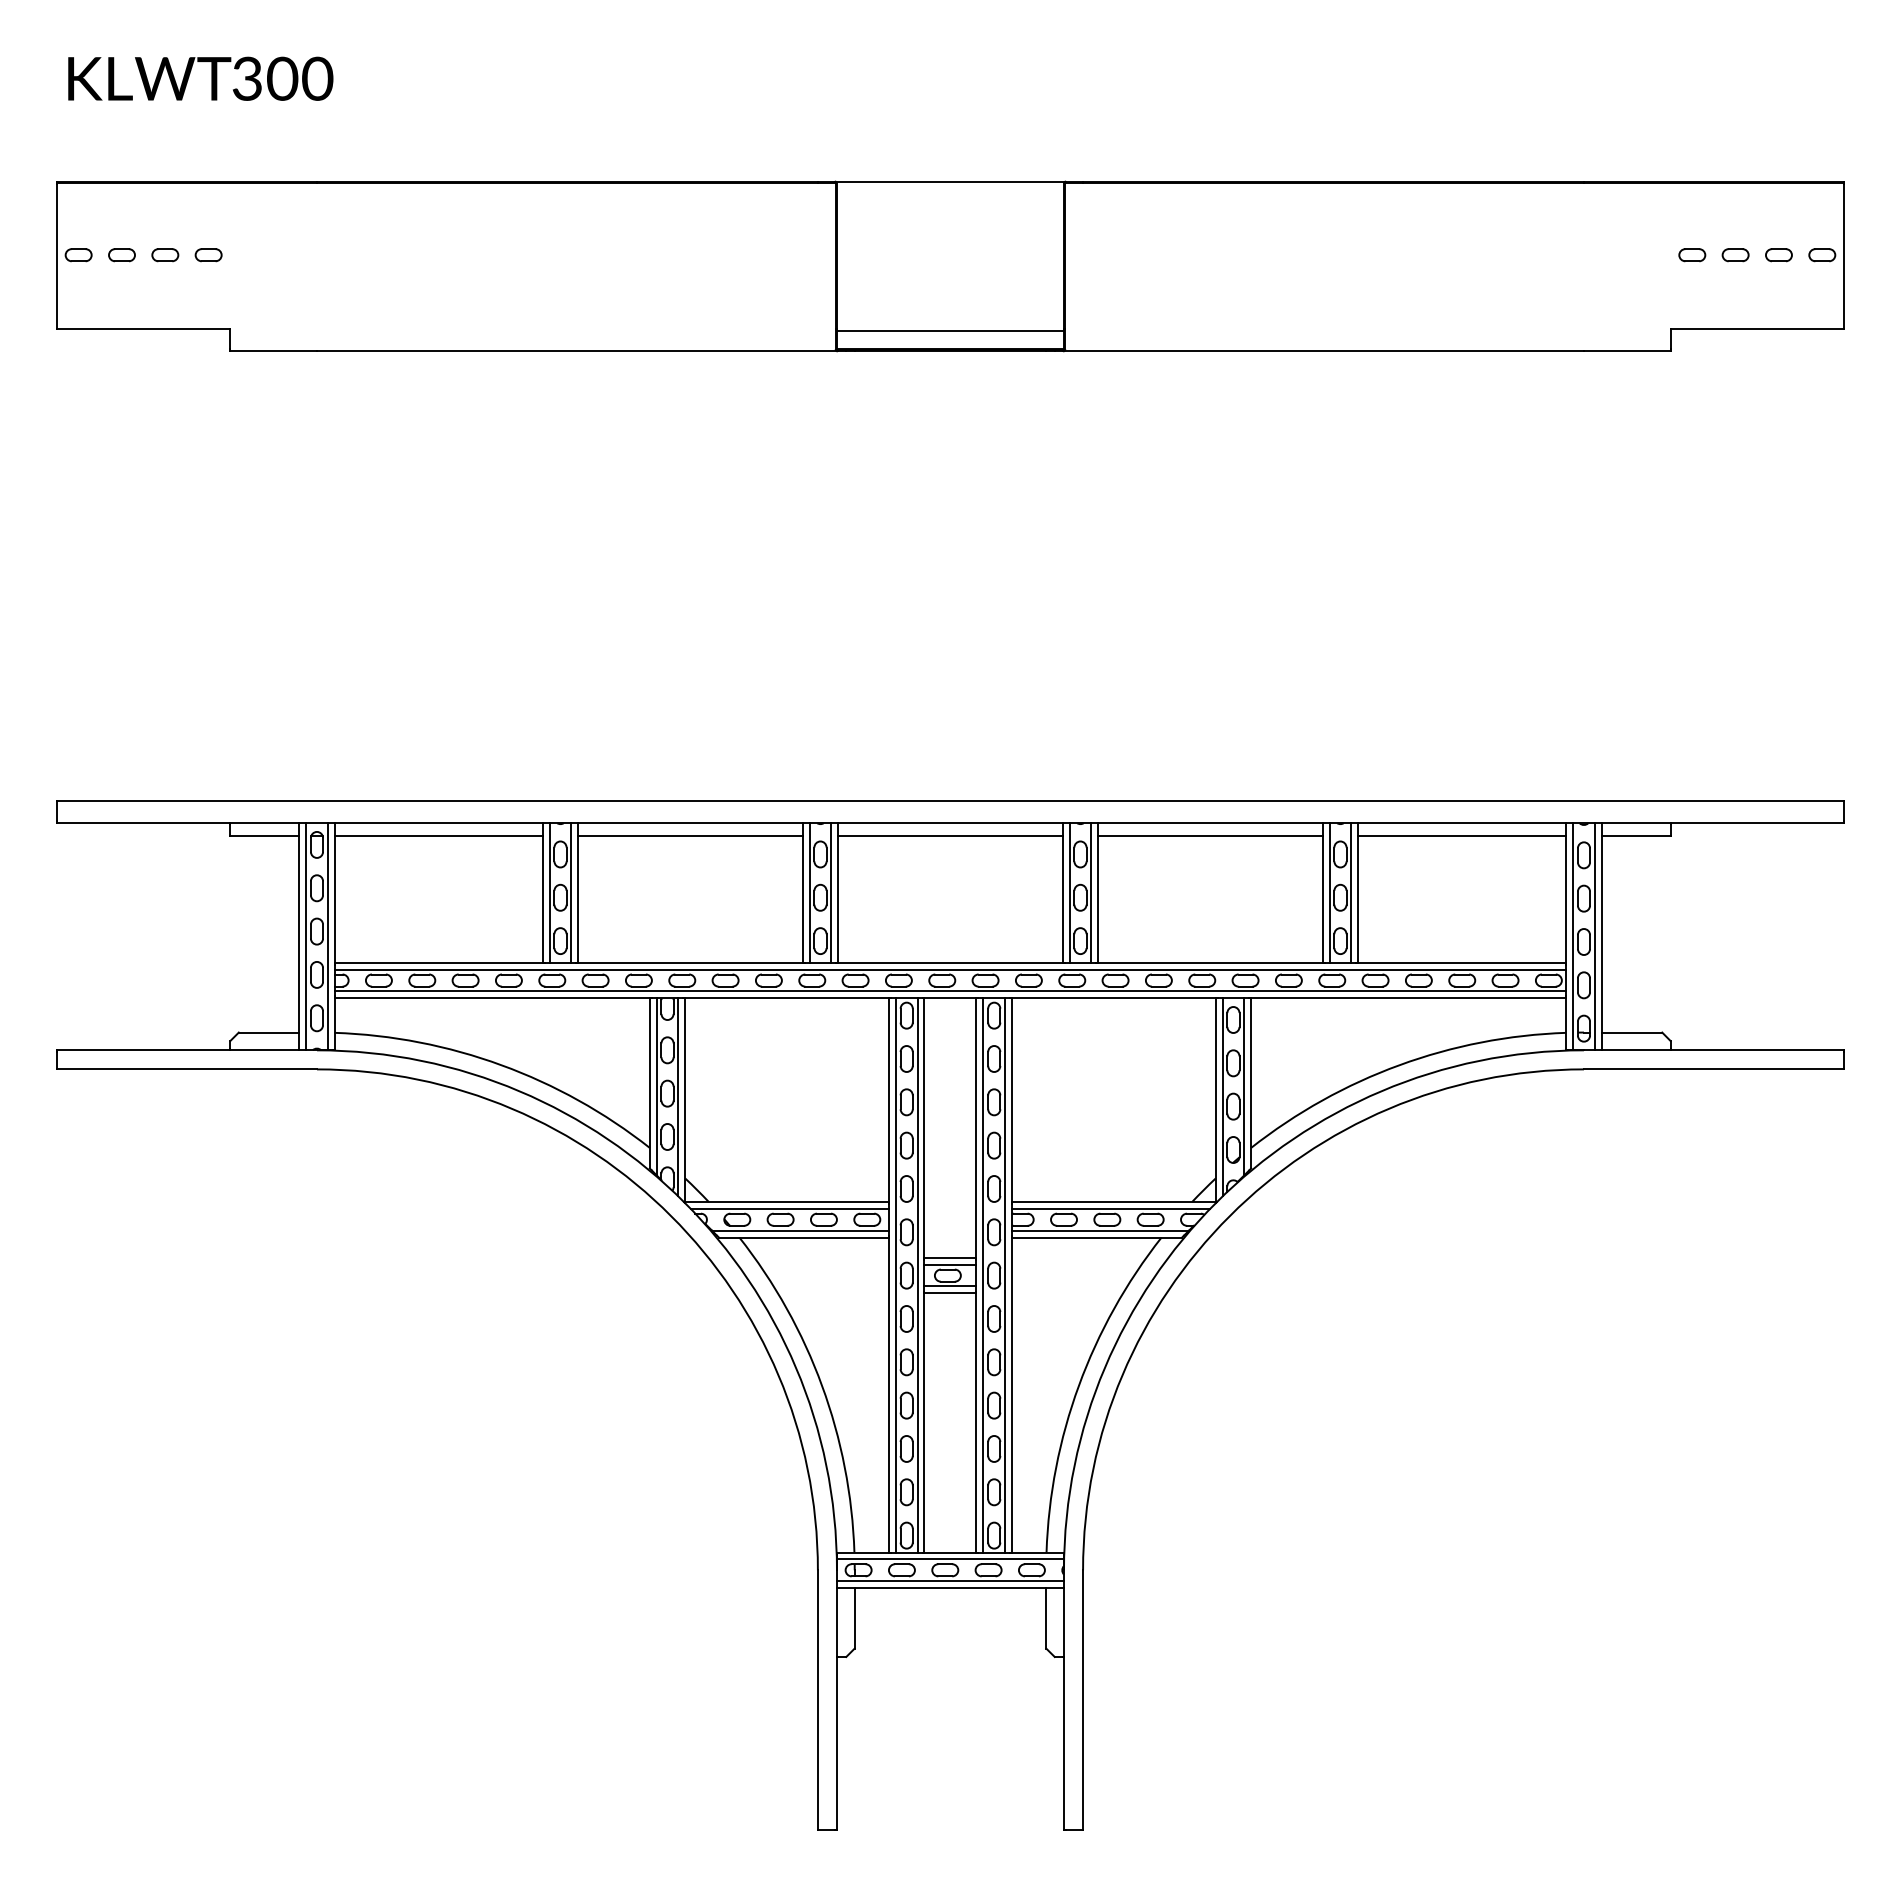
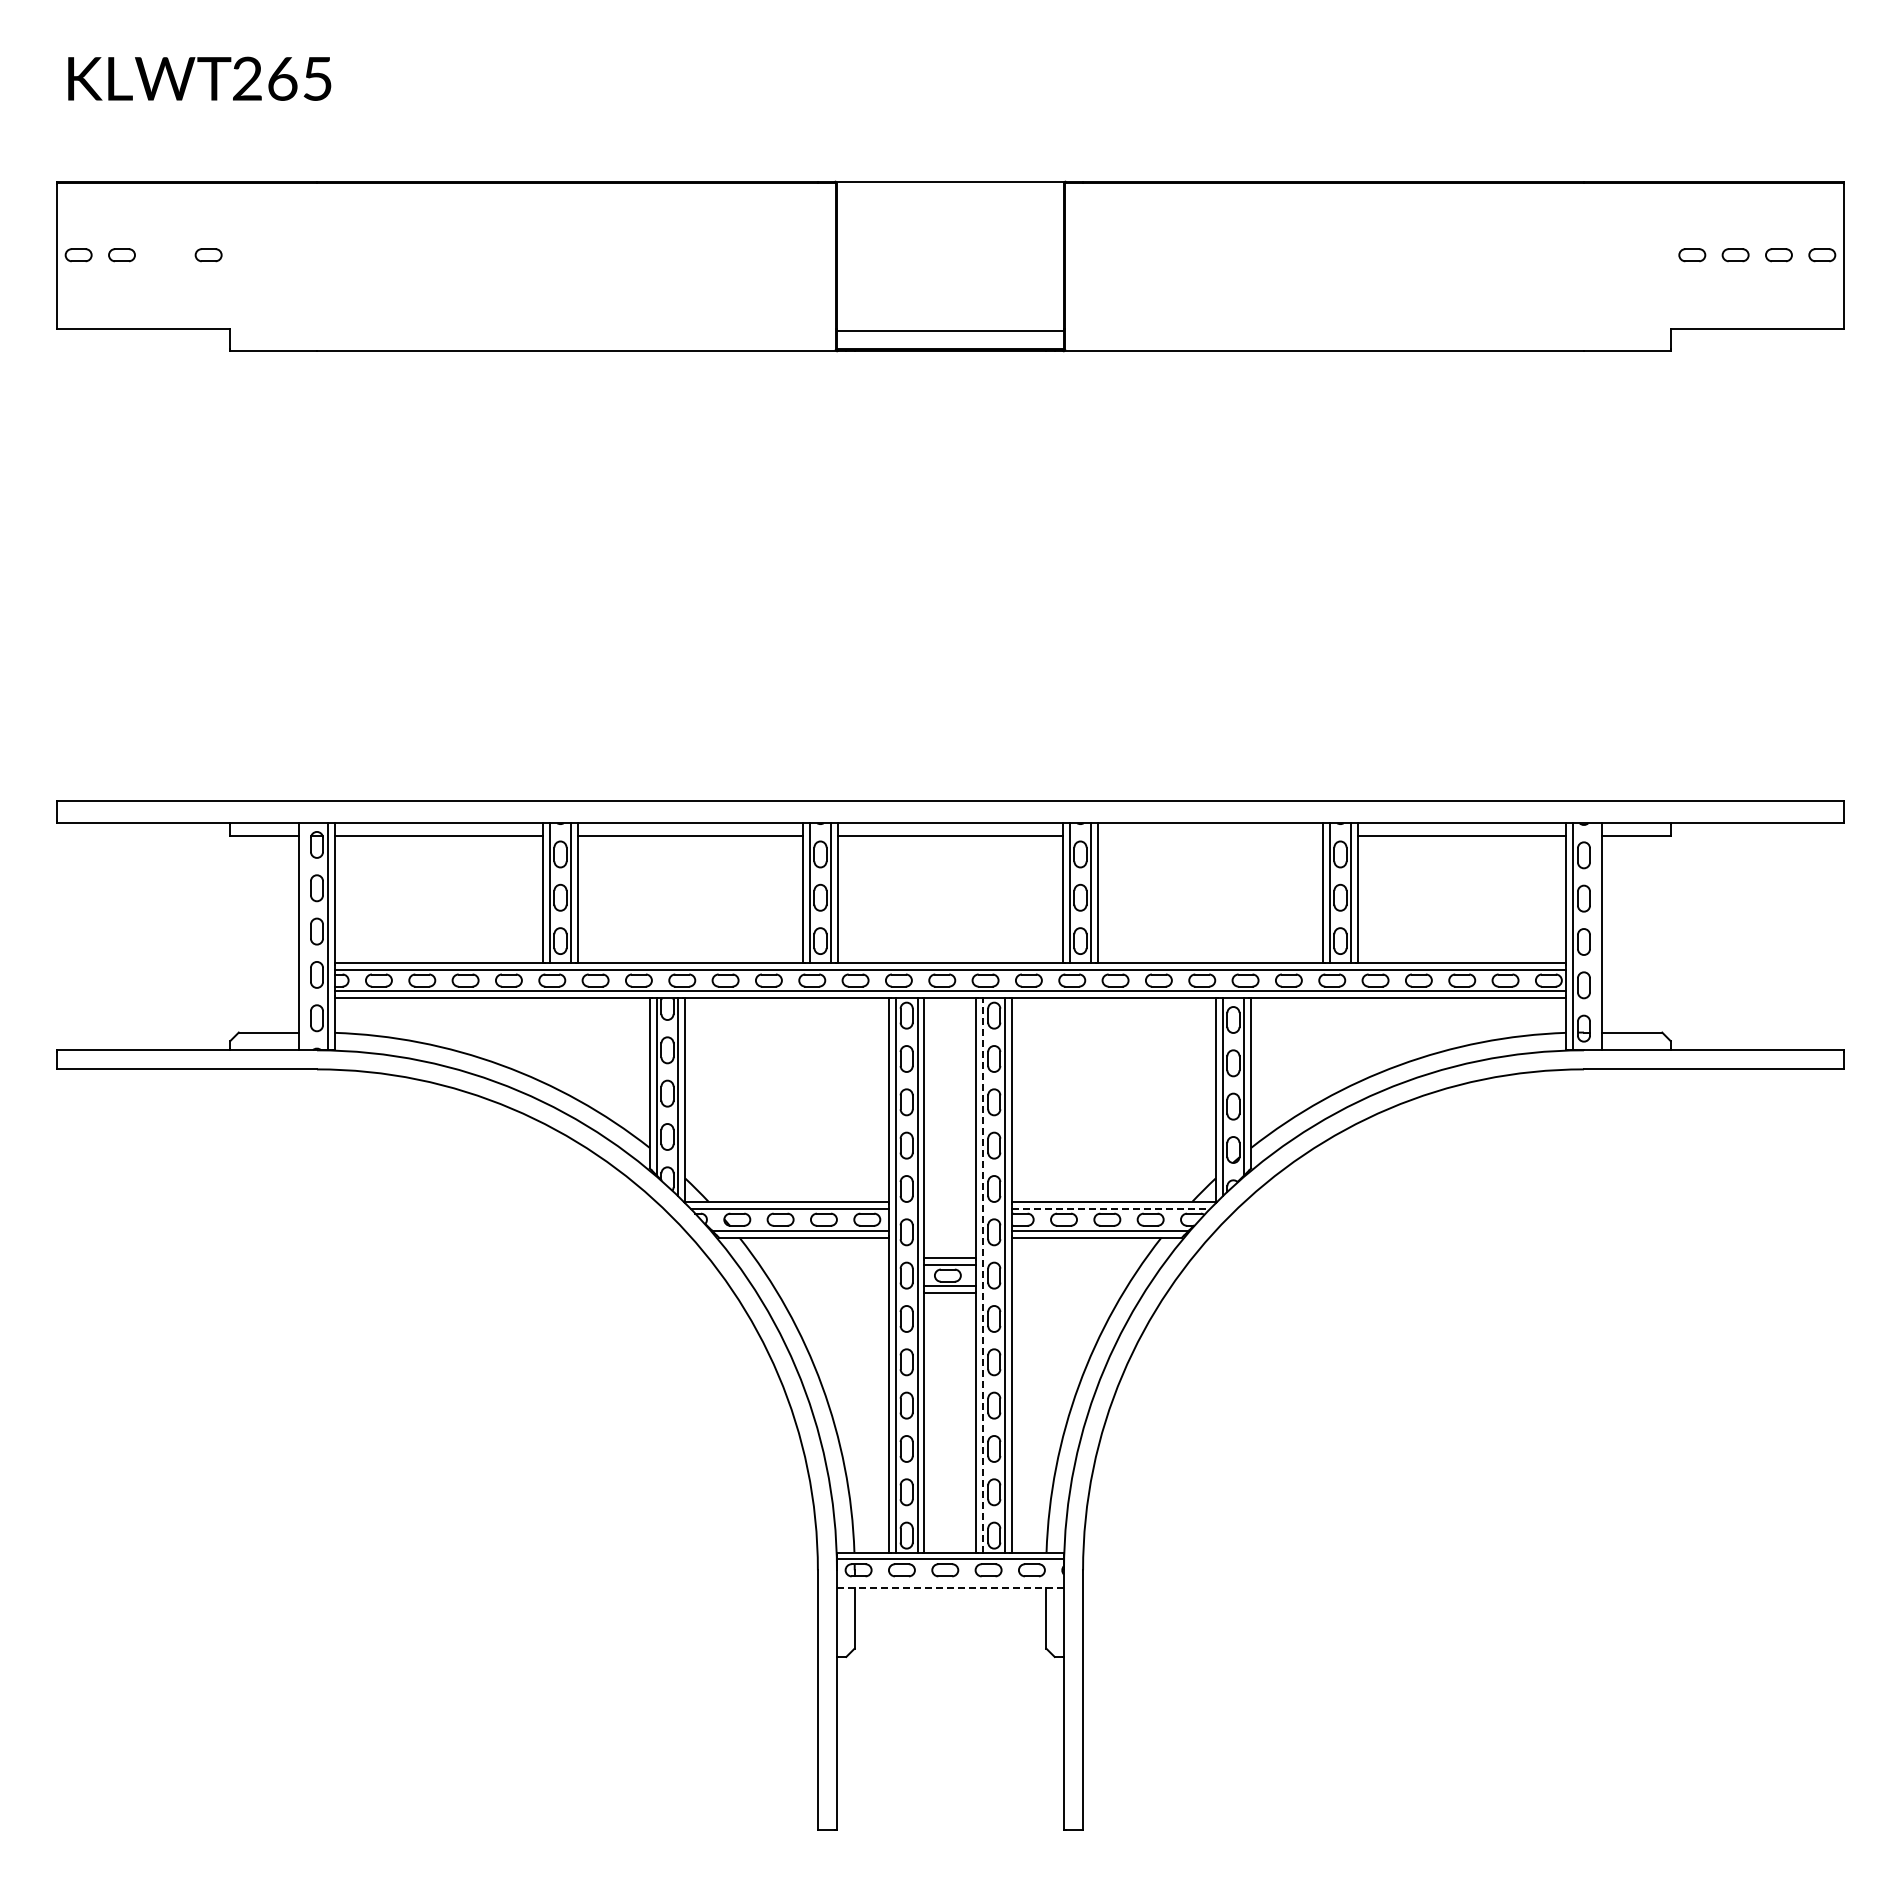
text at (282, 78): 300 -> 265
part at (165, 255): present -> none
line at (1210, 836): present -> none
line at (306, 936): present -> none
line at (1594, 936): present -> none
line at (1111, 1208): solid -> dashed
line at (983, 1274): solid -> dashed
line at (950, 1581): present -> none
line at (950, 1588): solid -> dashed
